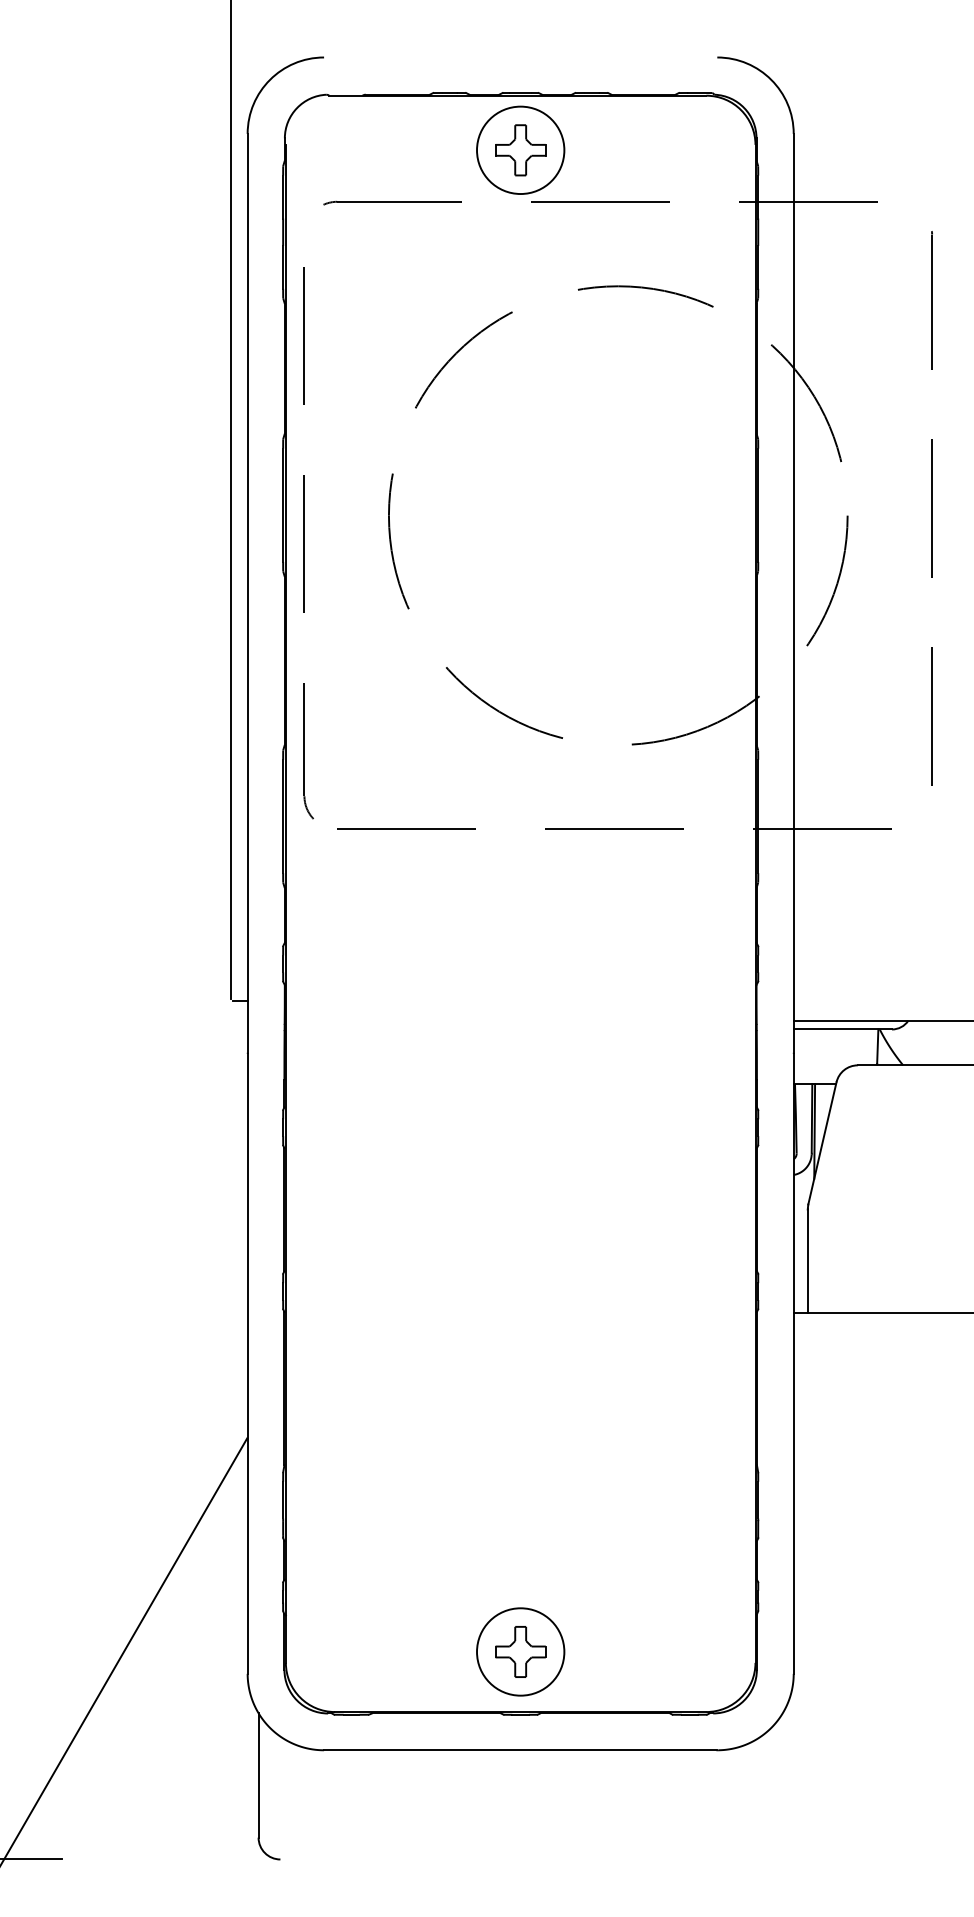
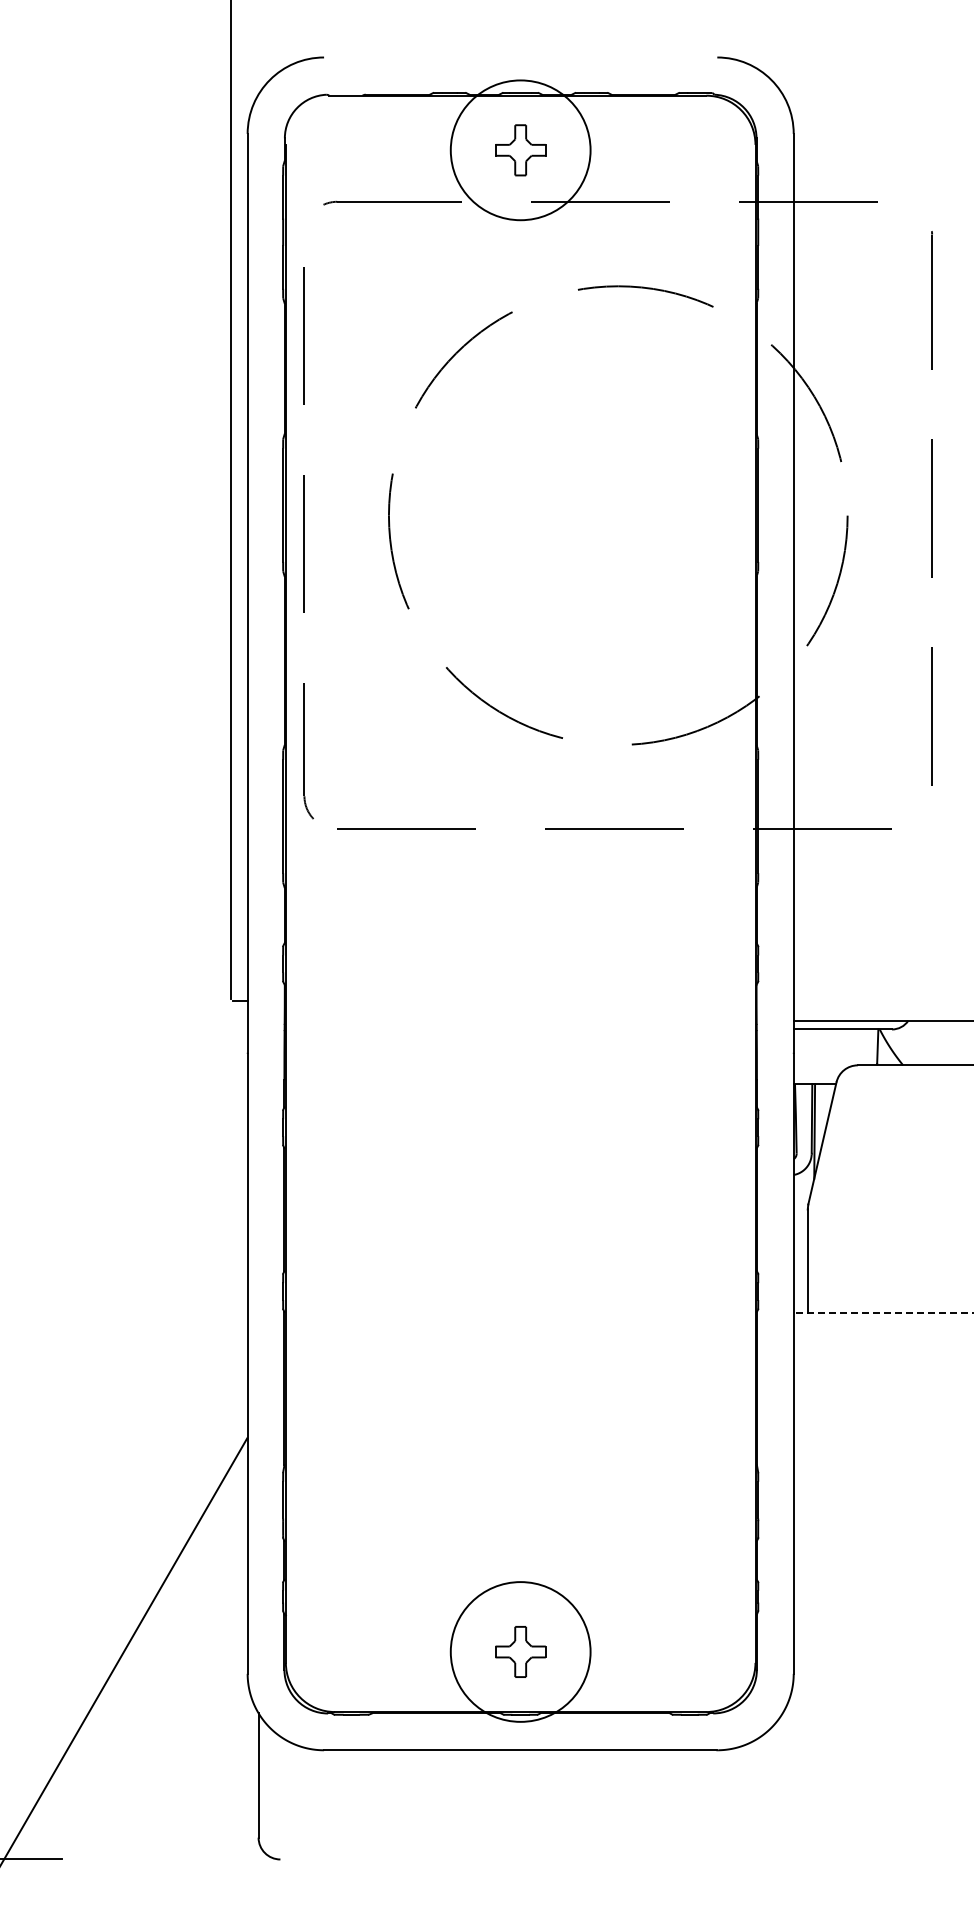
circle at (520, 150) diameter: 87 px -> 140 px
line at (883, 1313): solid -> dashed
circle at (520, 1651) diameter: 87 px -> 140 px
